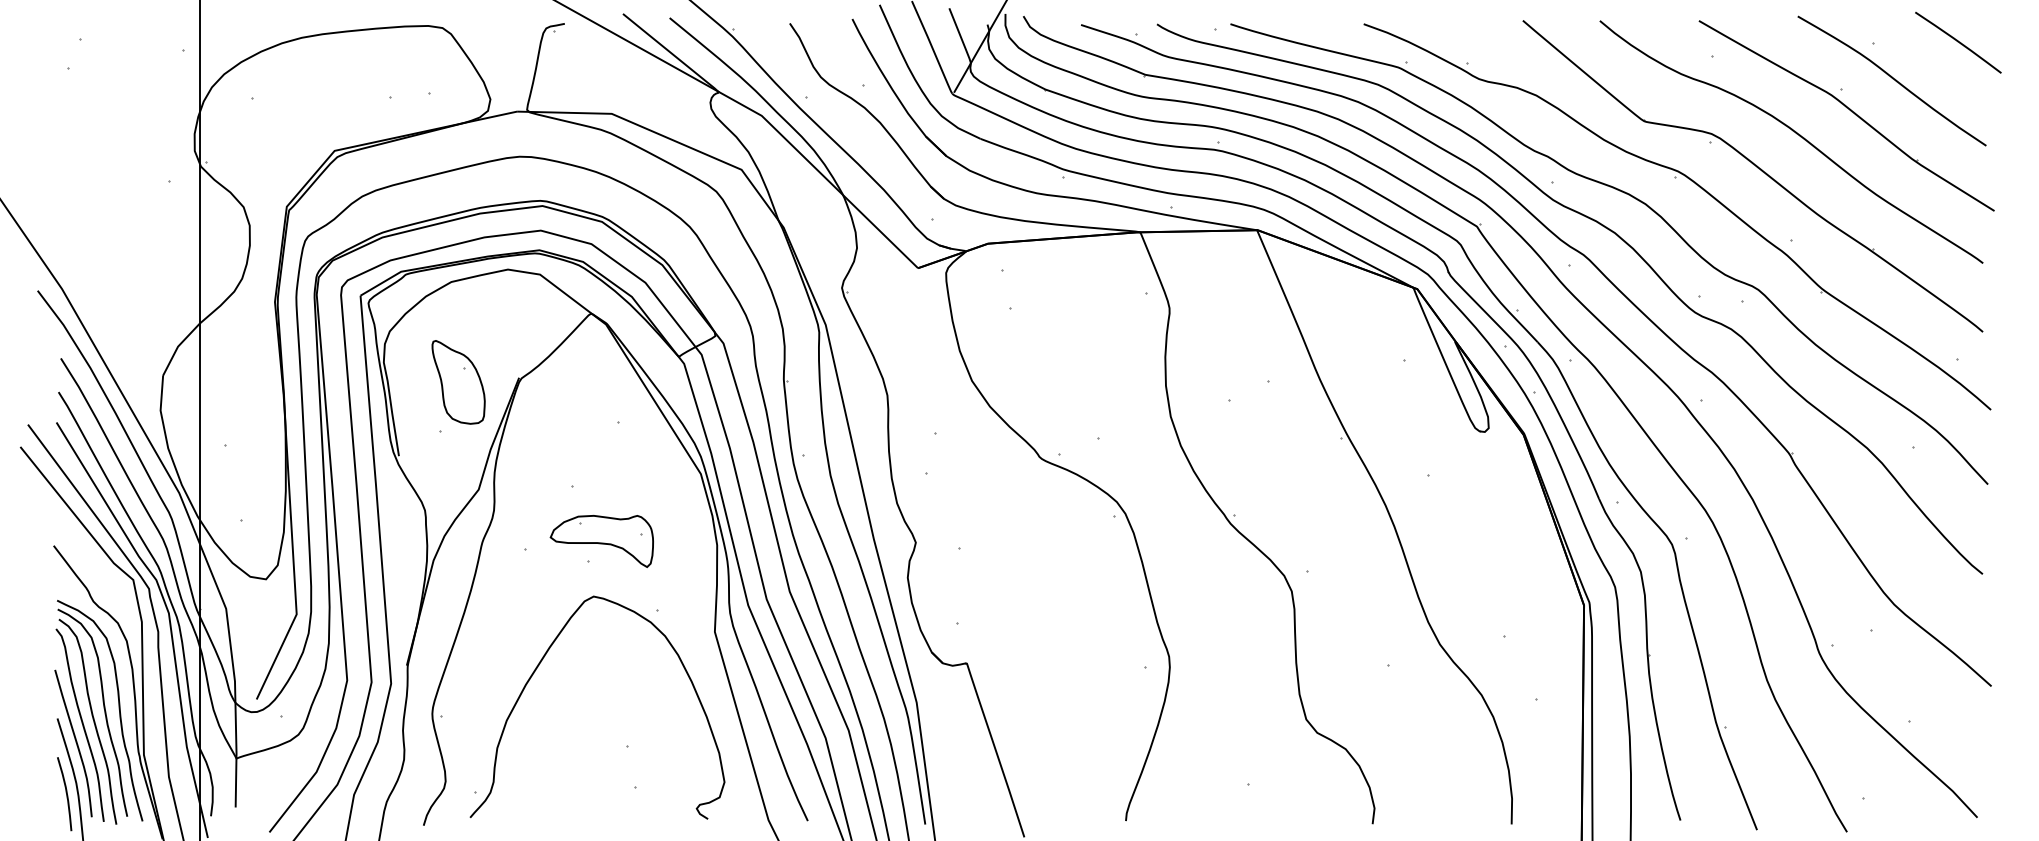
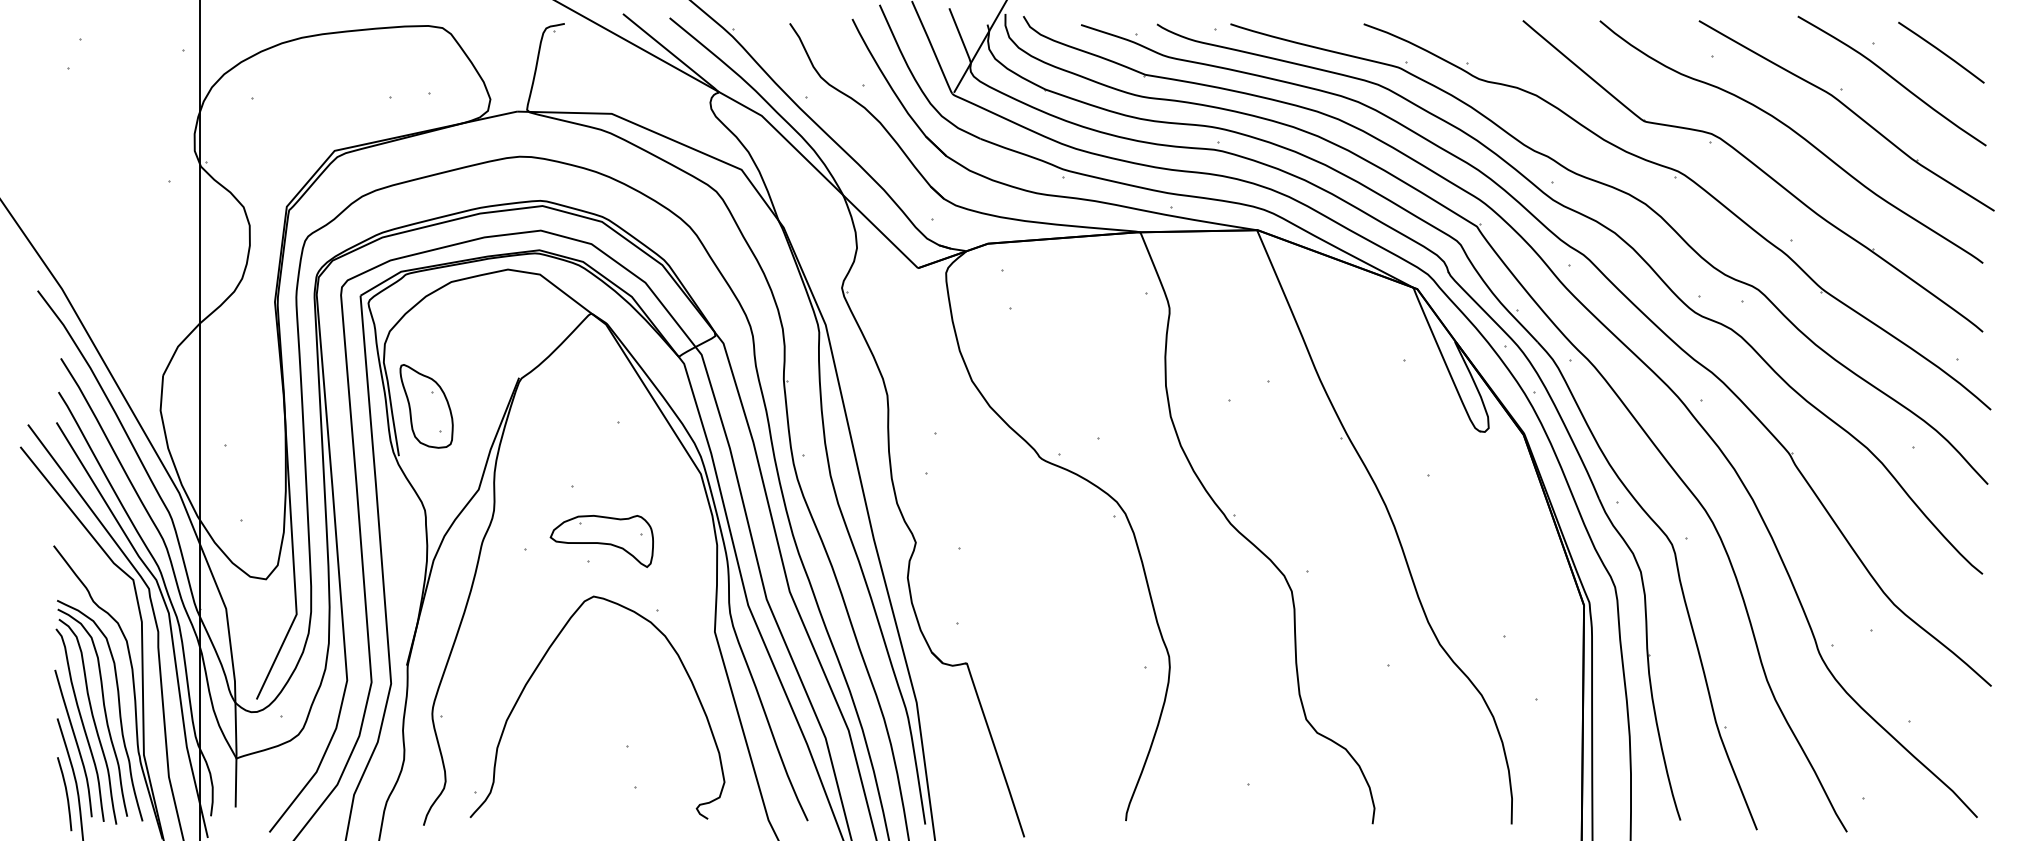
curve at (1958, 42) position: (1958, 42) -> (1941, 52)
part at (458, 382) position: (458, 382) -> (426, 406)
